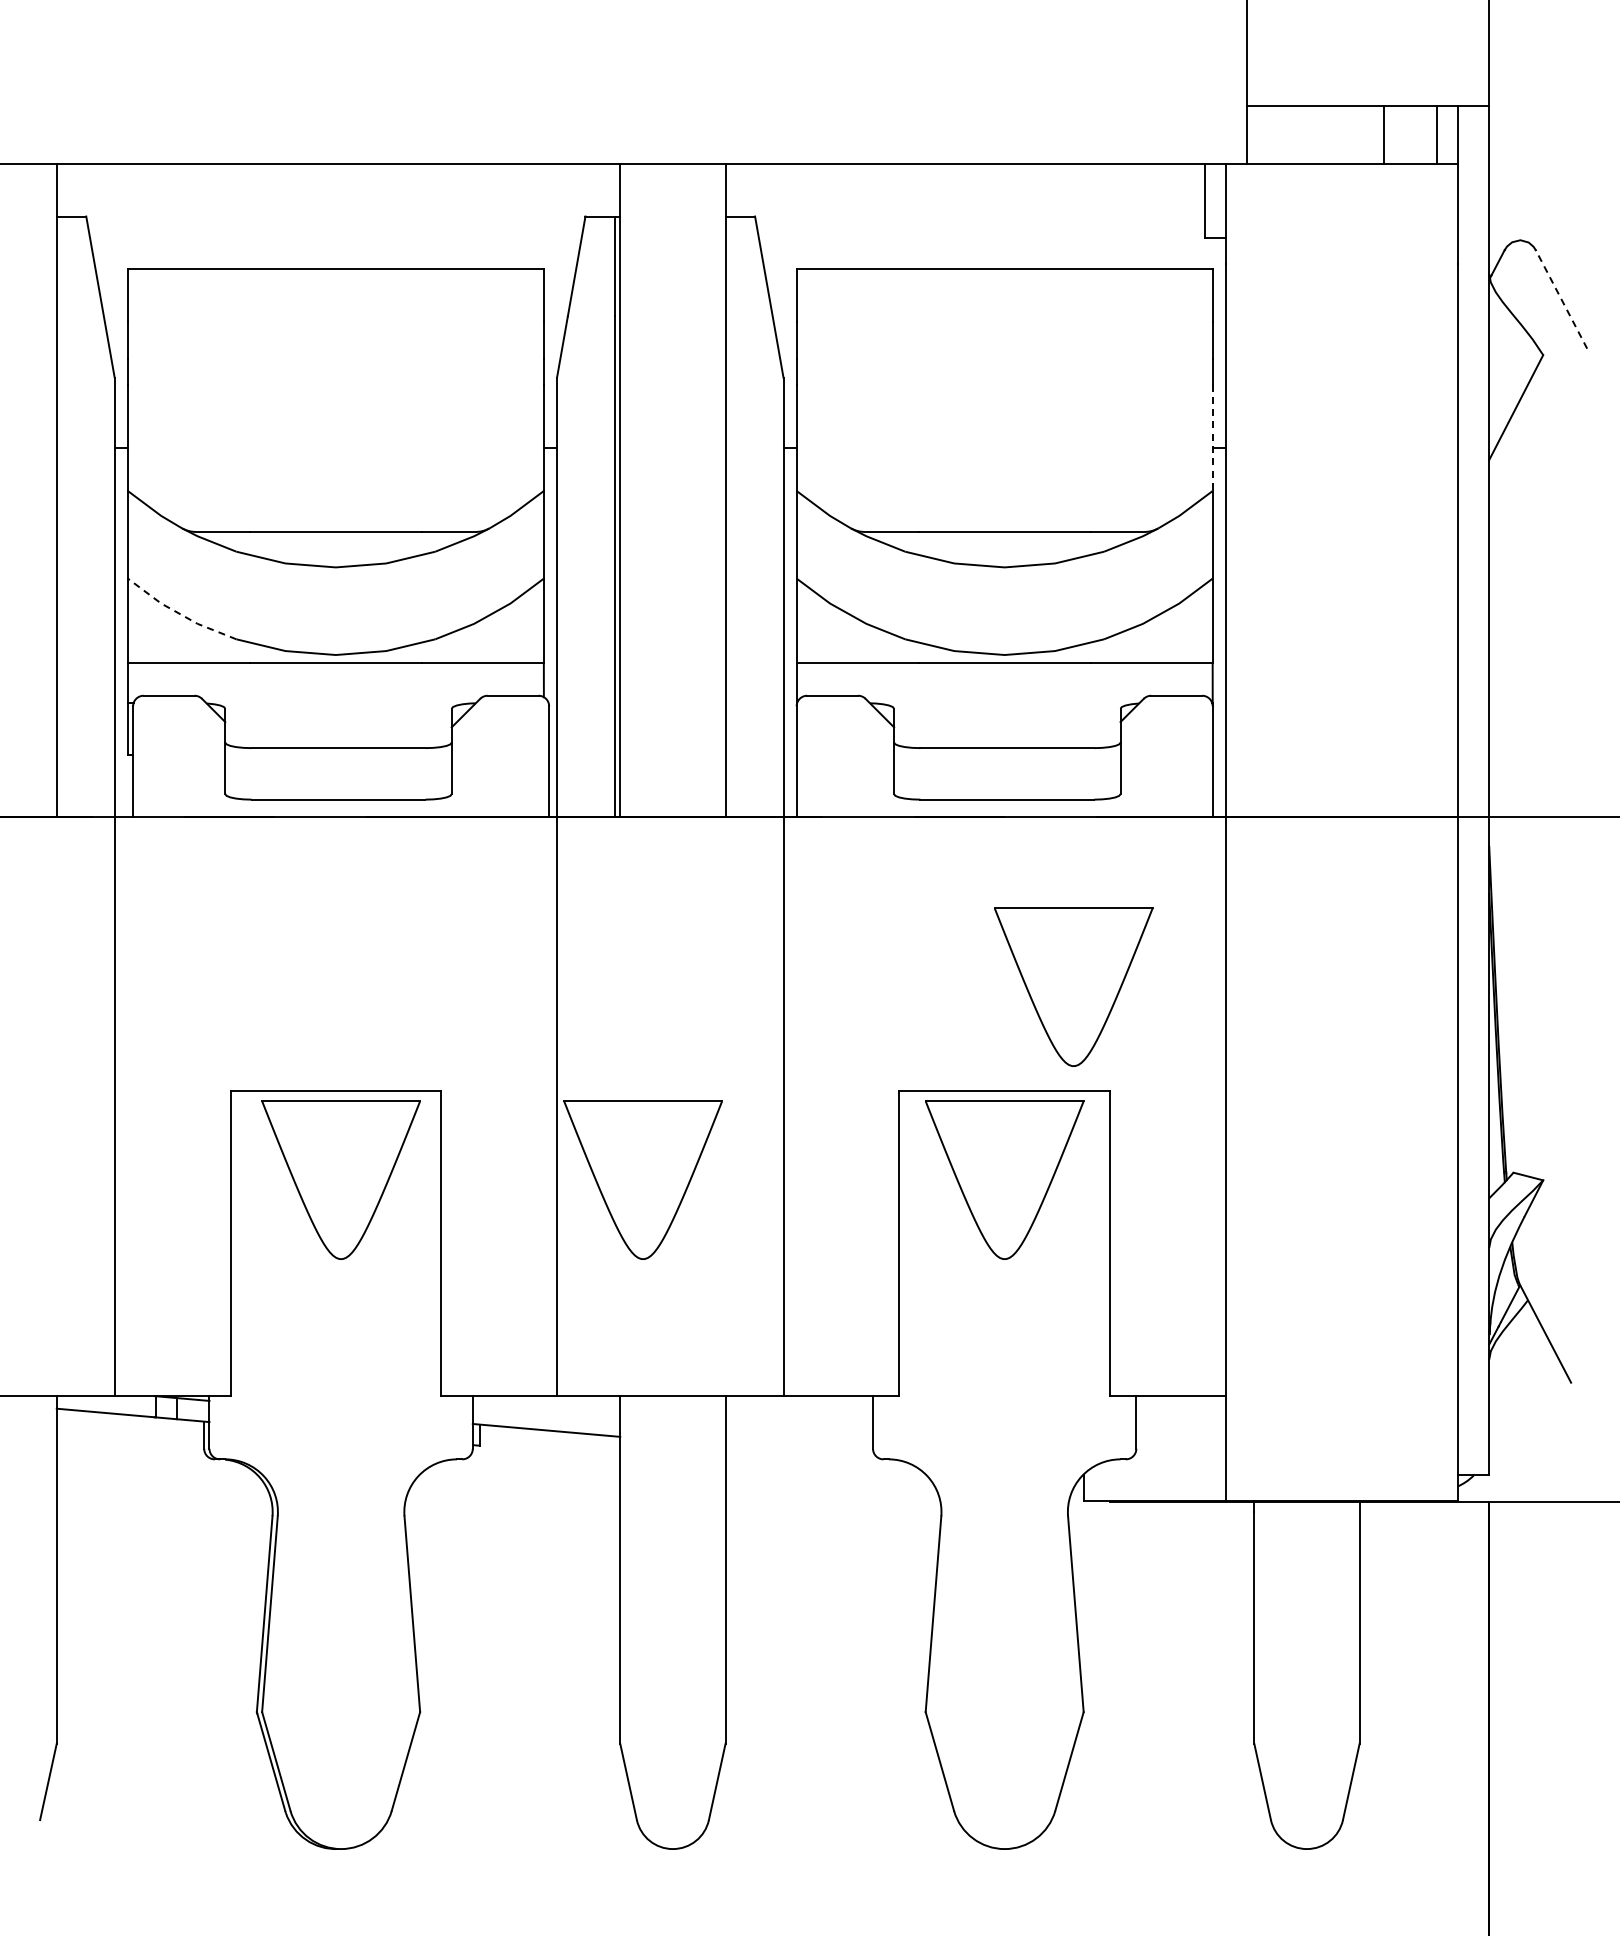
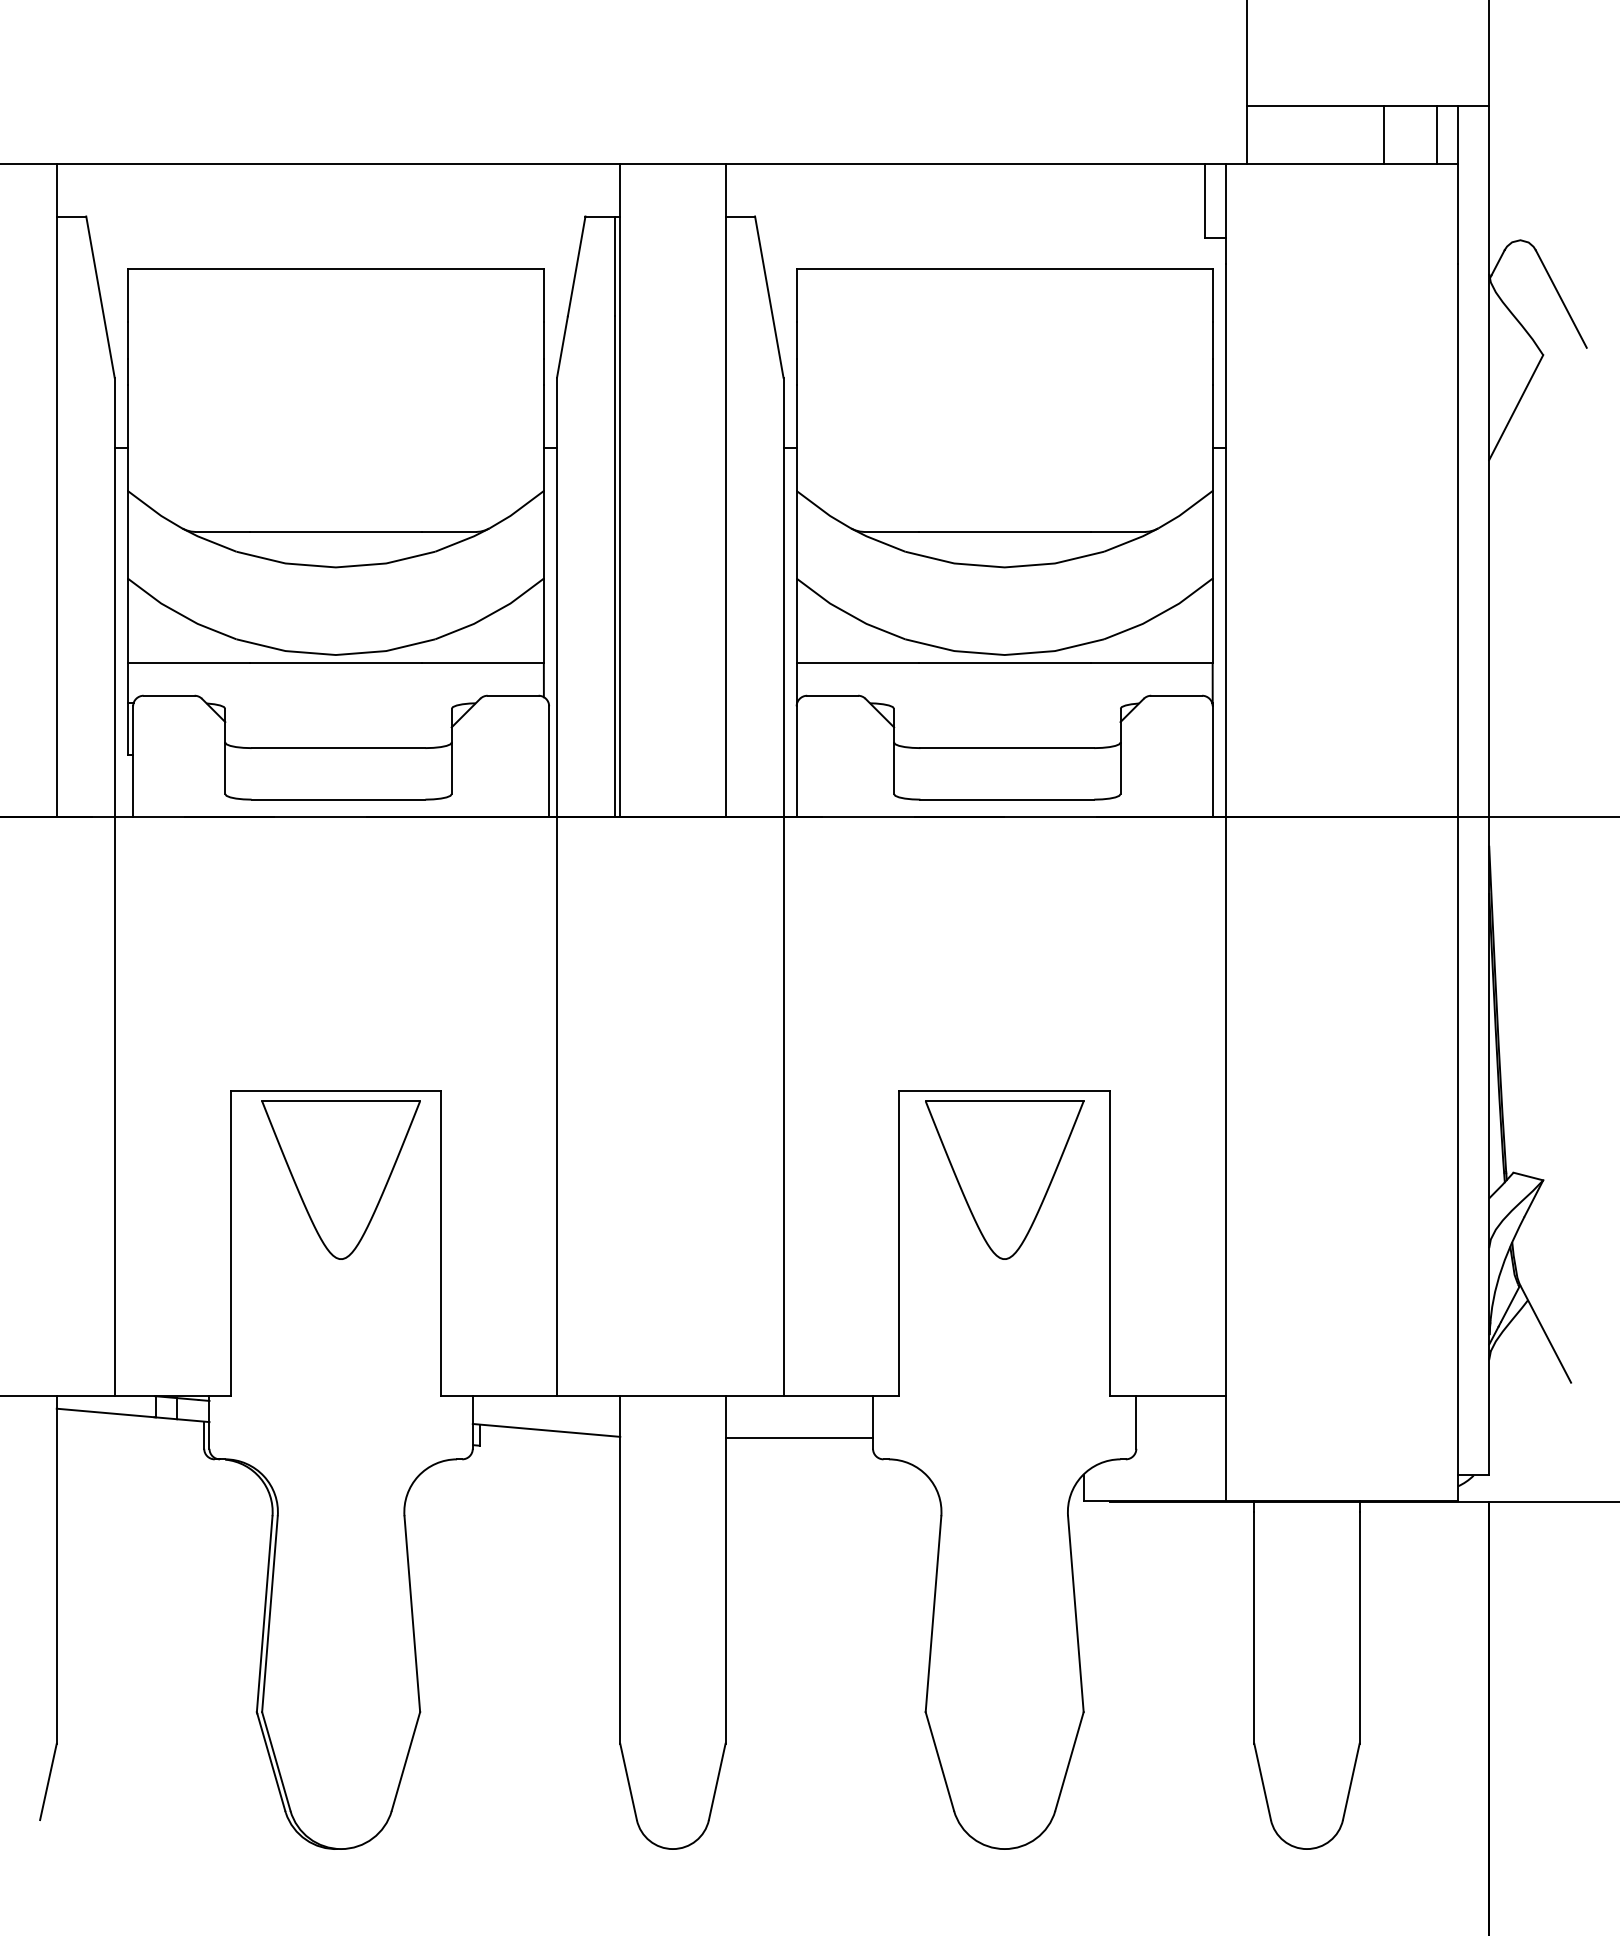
line at (1561, 299): dashed -> solid
line at (1212, 438): dashed -> solid
line at (179, 613): dashed -> solid
part at (1073, 986): present -> none
part at (642, 1179): present -> none
line at (799, 1438): none -> present
